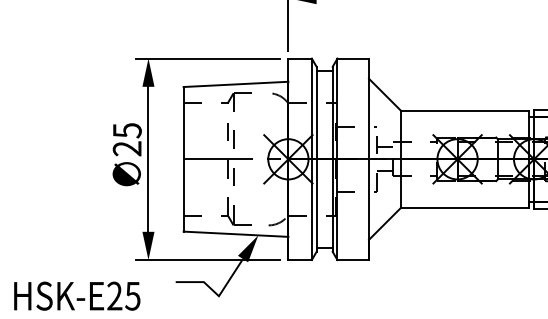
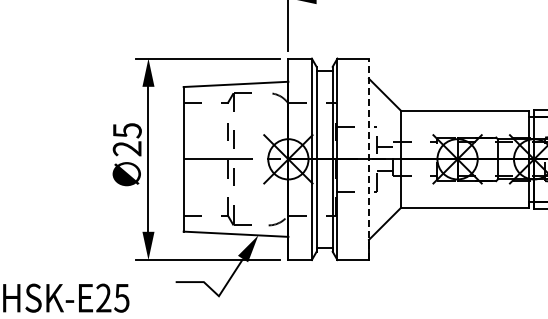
line at (368, 159): solid -> dashed
text at (77, 295) position: (77, 295) -> (66, 297)
